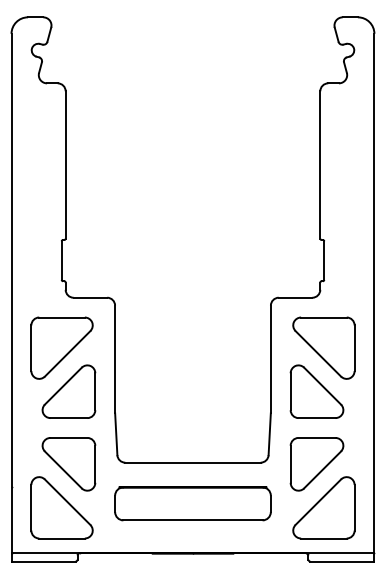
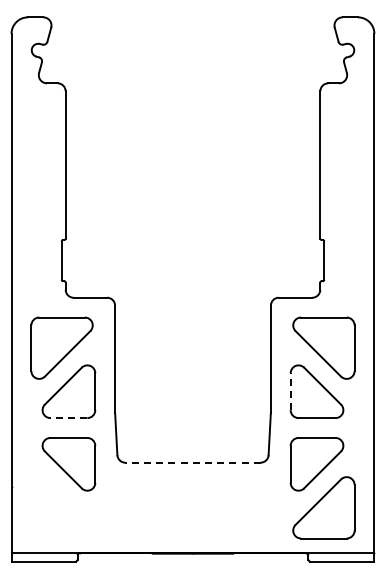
line at (290, 391): solid -> dashed
line at (68, 418): solid -> dashed
line at (193, 462): solid -> dashed
part at (192, 503): present -> none
part at (61, 507): present -> none
